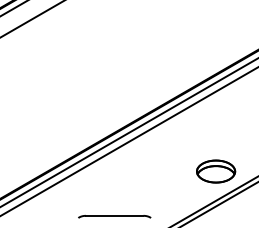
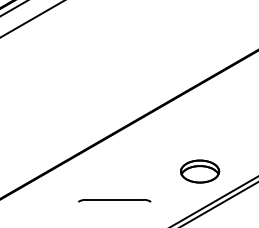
line at (128, 132): present -> none
line at (128, 141): present -> none
part at (216, 171) position: (216, 171) -> (200, 171)
part at (114, 216) position: (114, 216) -> (114, 200)
